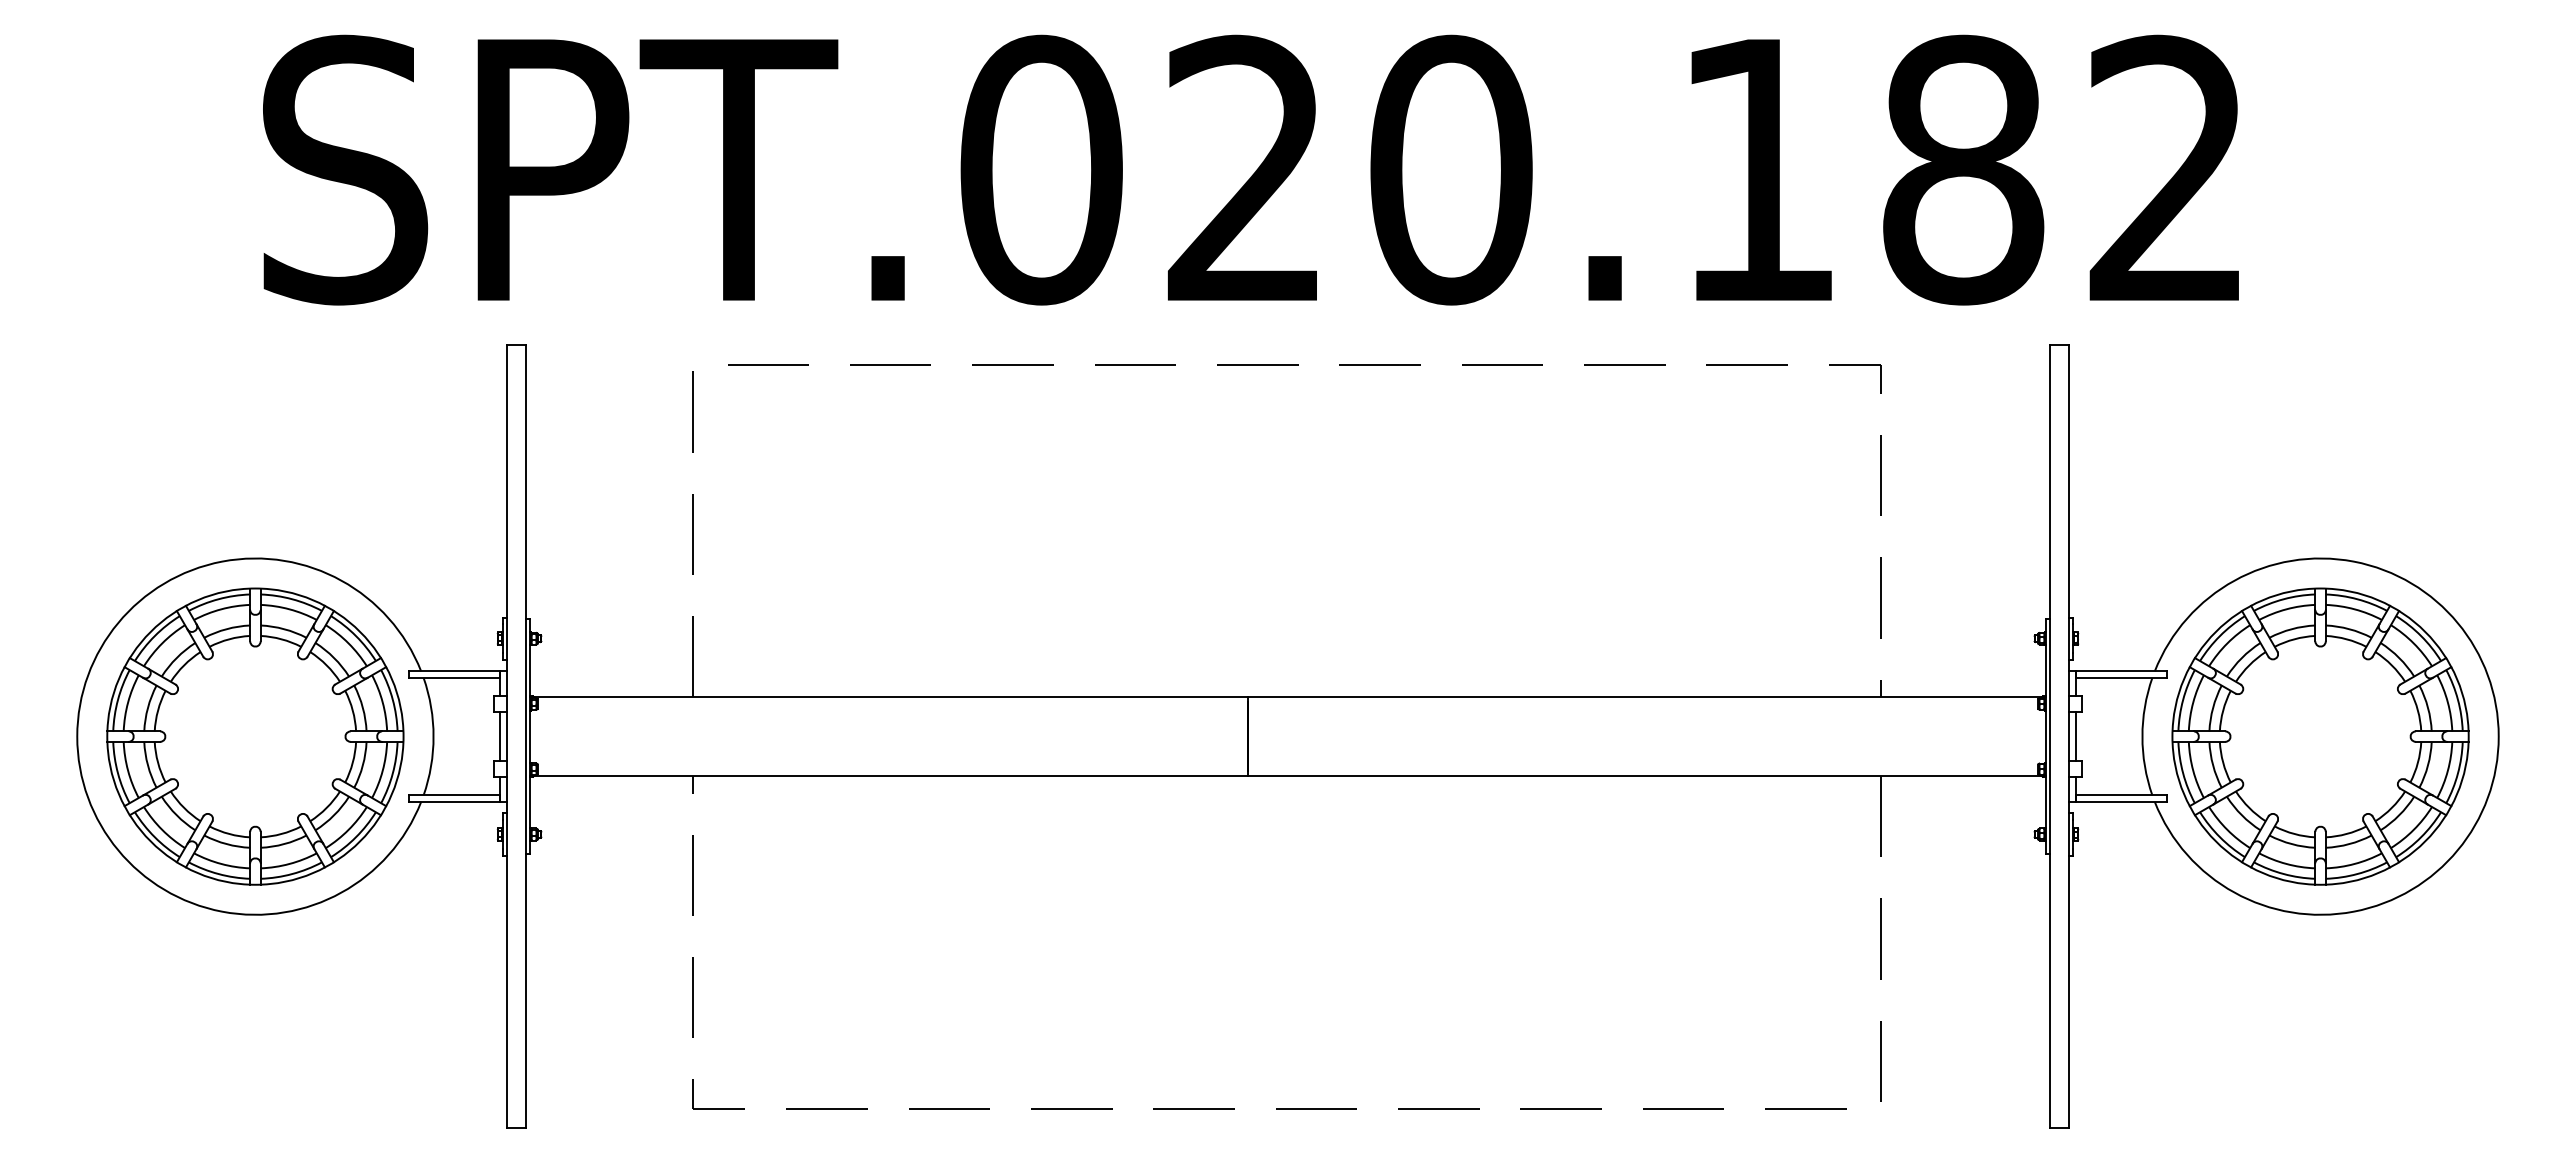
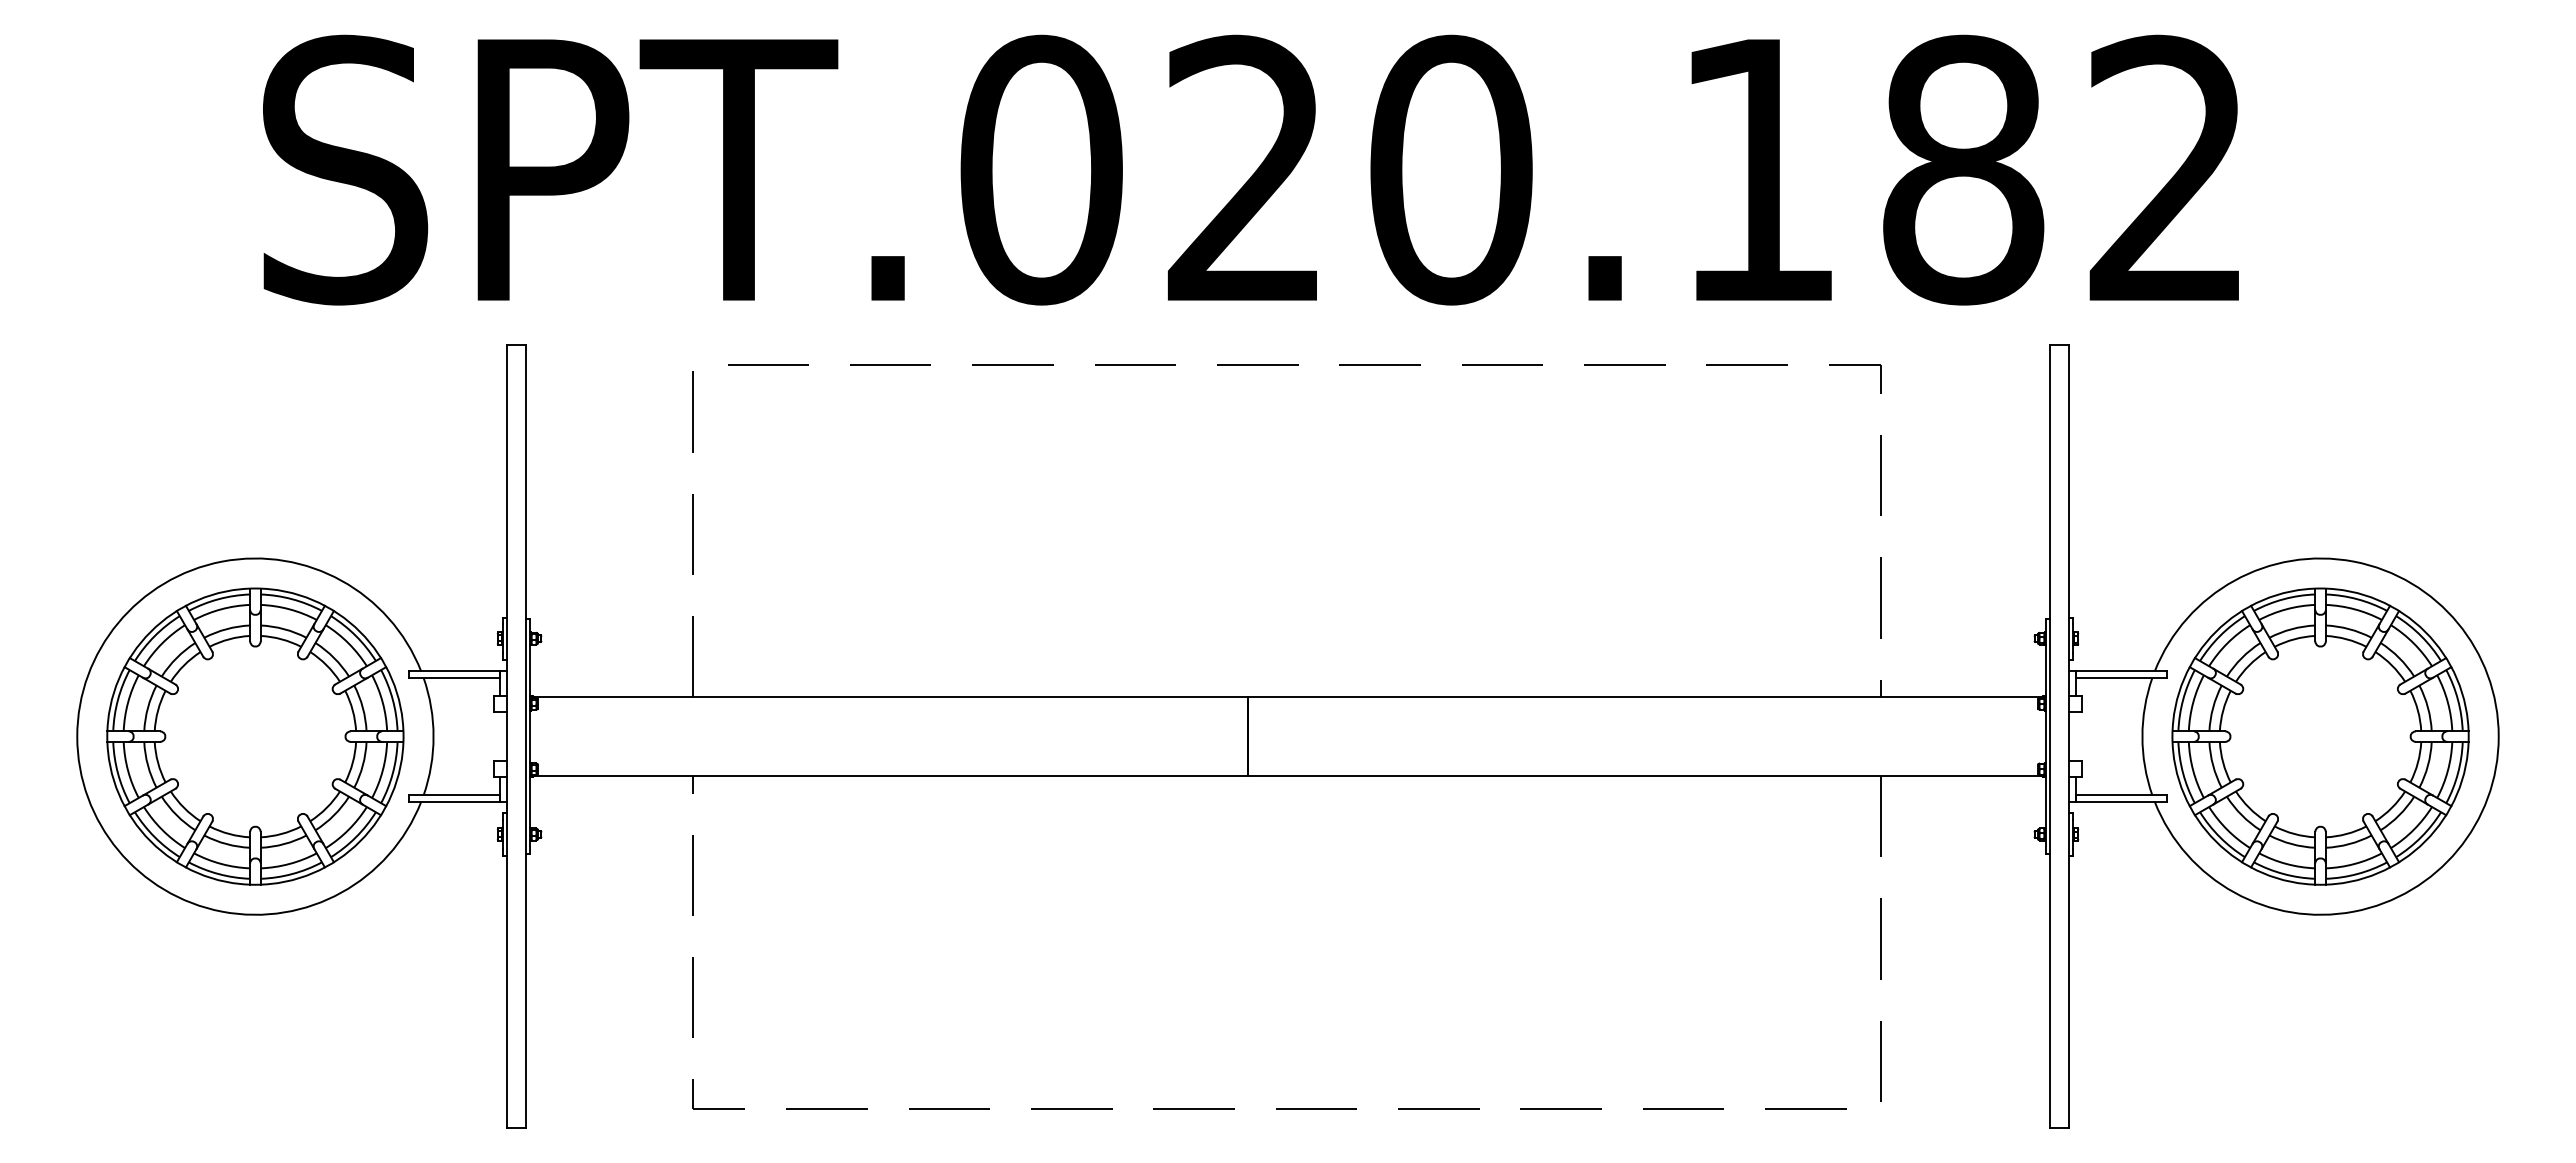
line at (500, 736): present -> none
line at (2075, 736): present -> none
